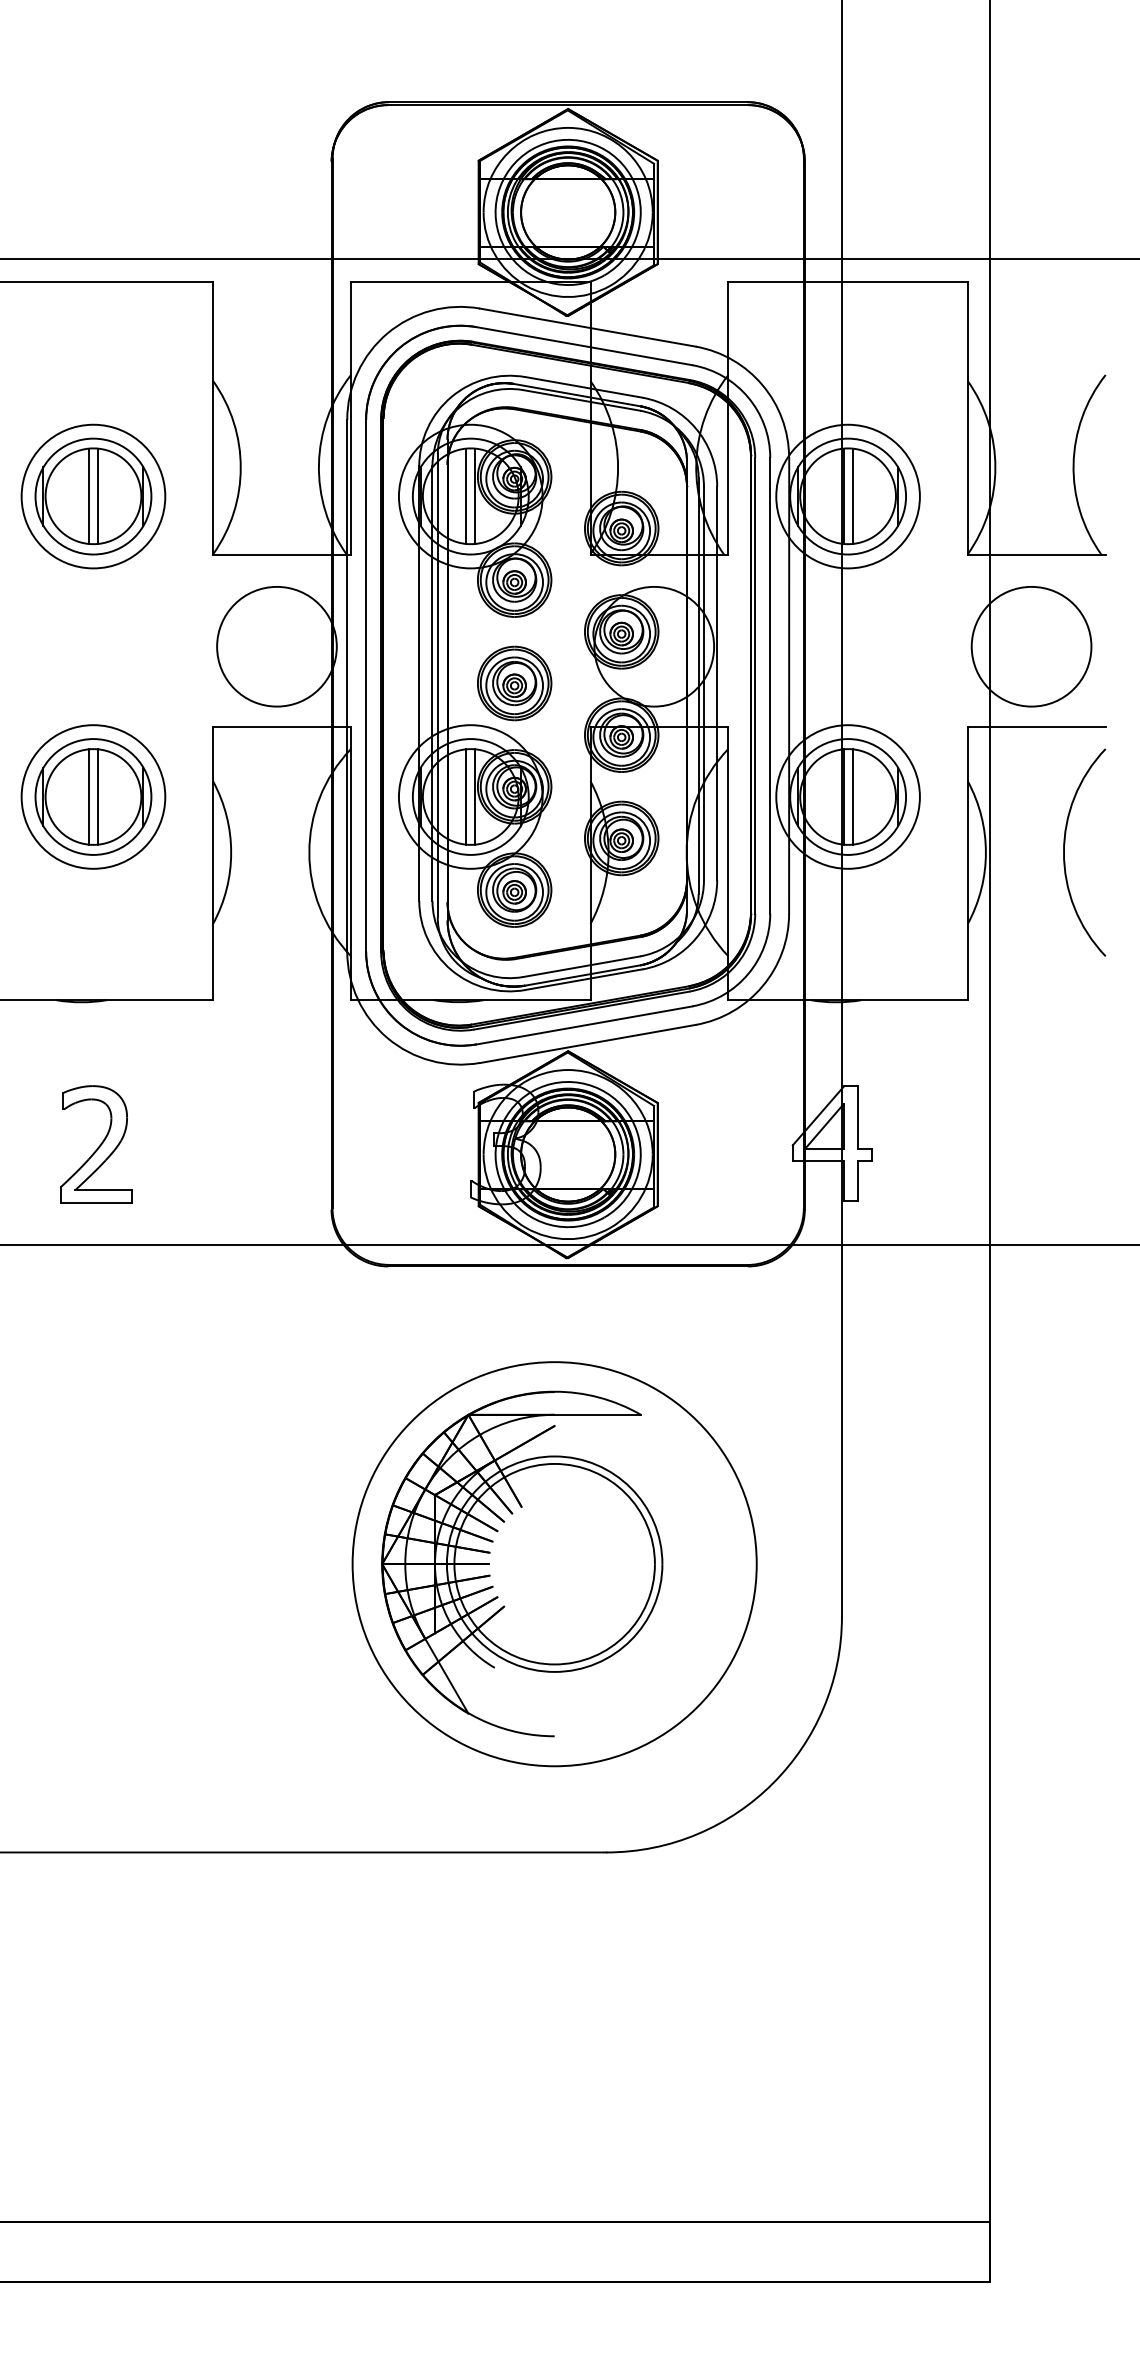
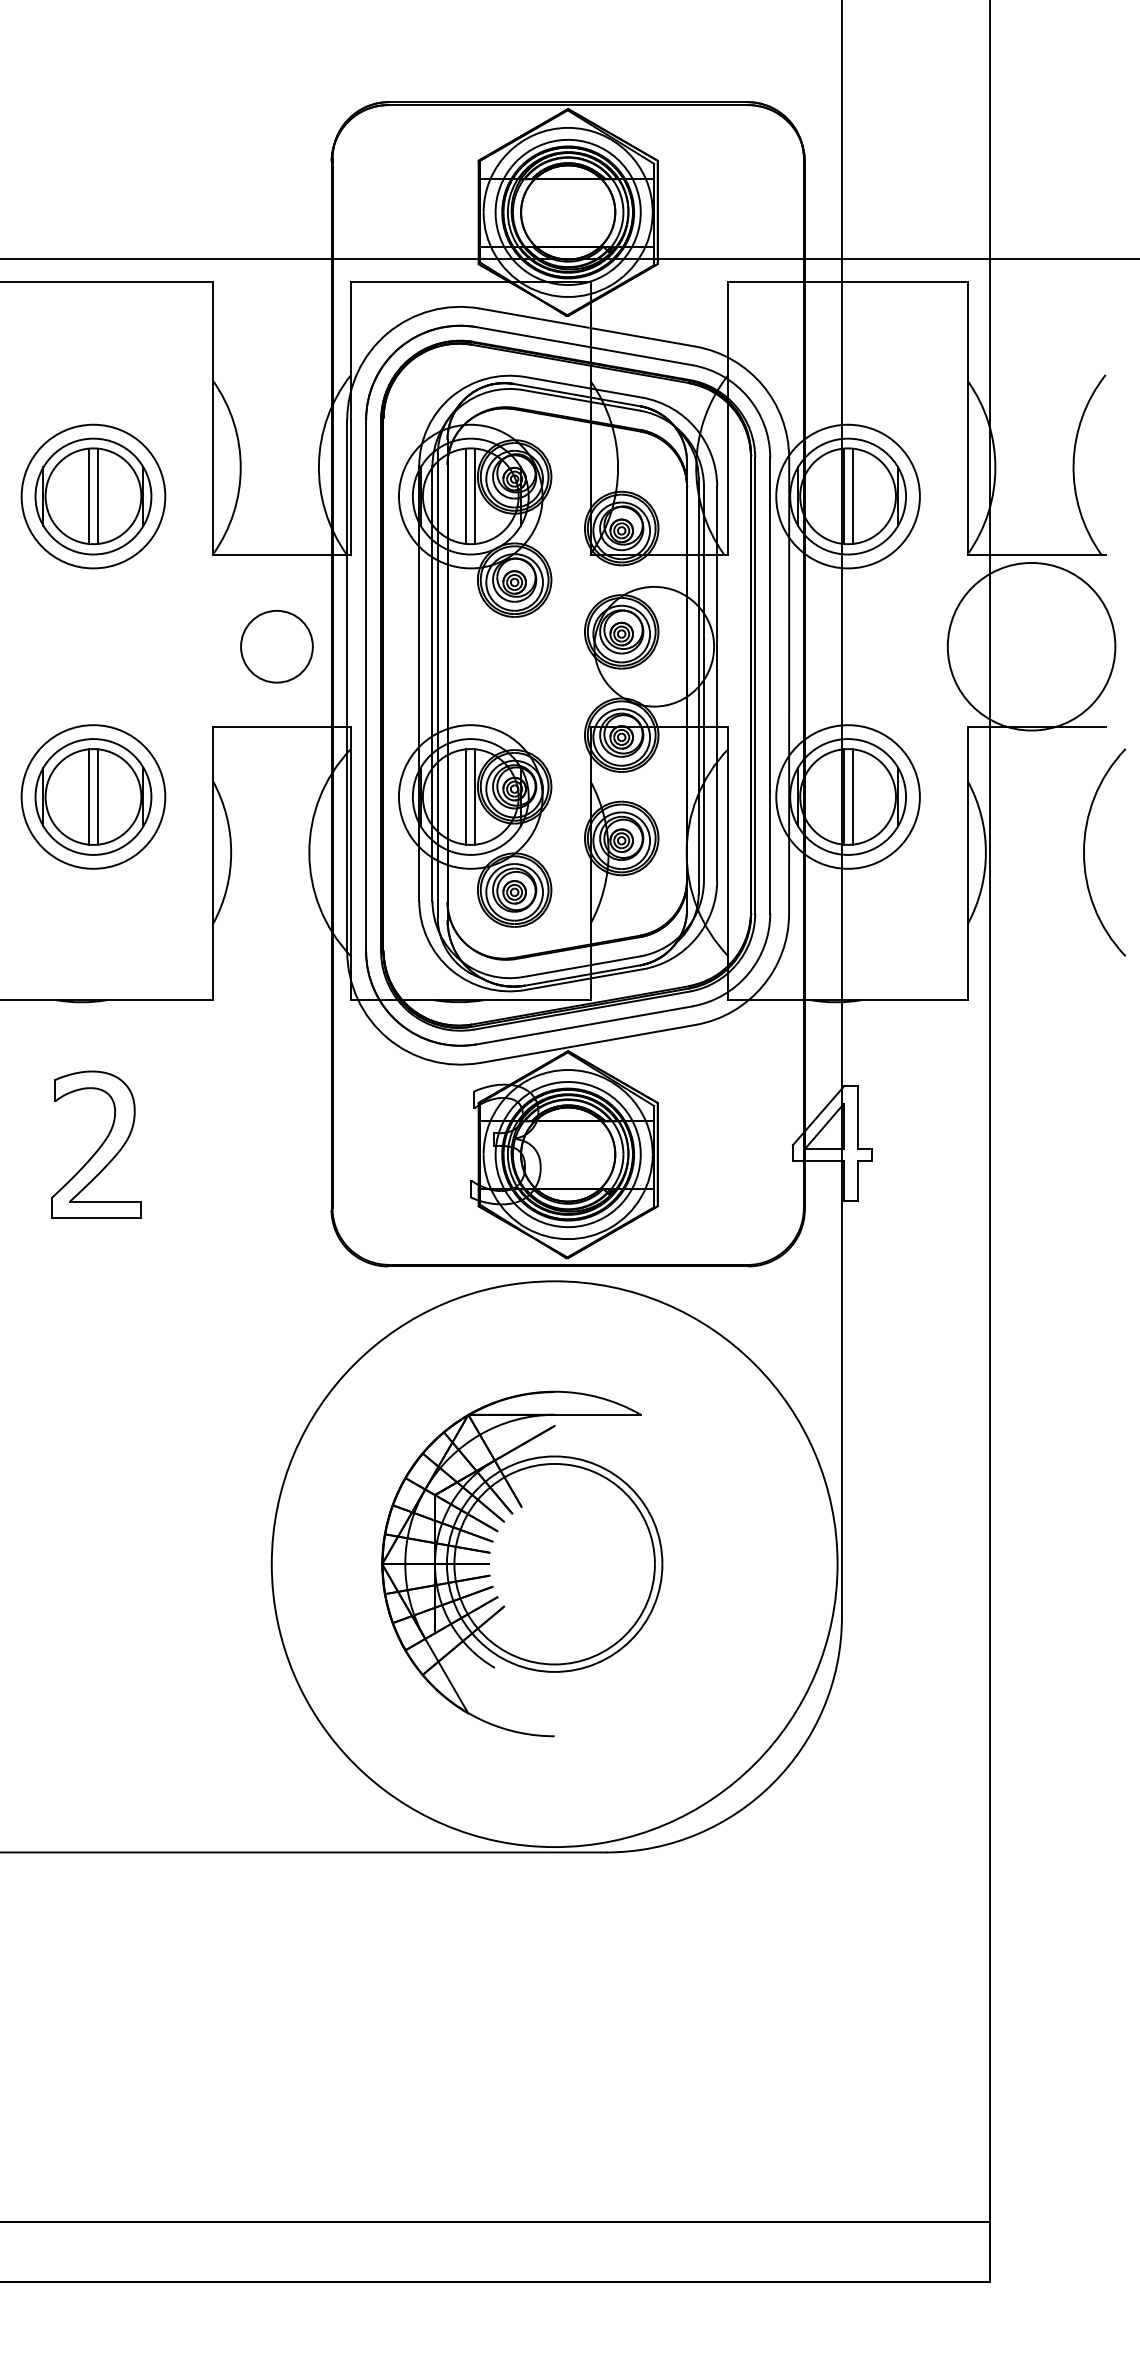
circle at (276, 646) diameter: 120 px -> 72 px
circle at (1031, 646) diameter: 120 px -> 168 px
part at (514, 683): present -> none
arc at (1064, 852) position: (1064, 852) -> (1084, 852)
part at (96, 1144) size: 73x119 px -> 91x149 px
line at (569, 1245): present -> none
circle at (554, 1564) diameter: 404 px -> 566 px
